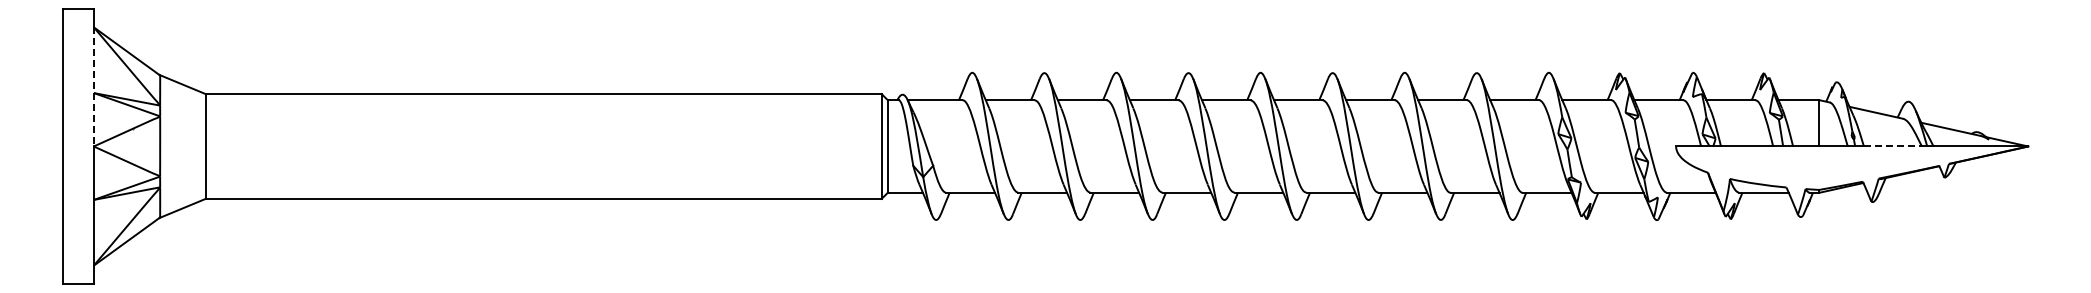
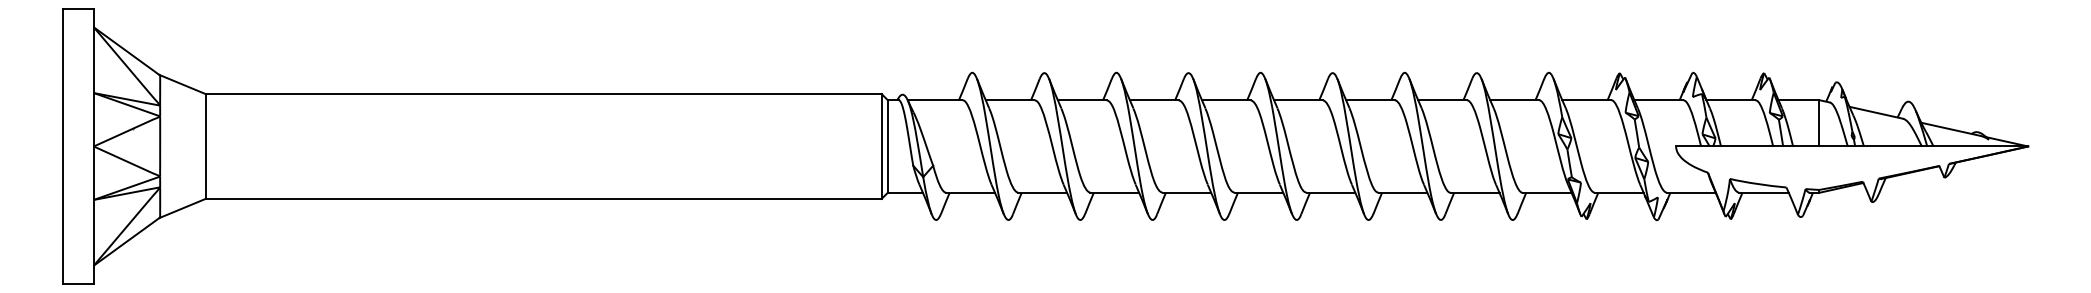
line at (93, 86): dashed -> solid
line at (1893, 146): dashed -> solid
